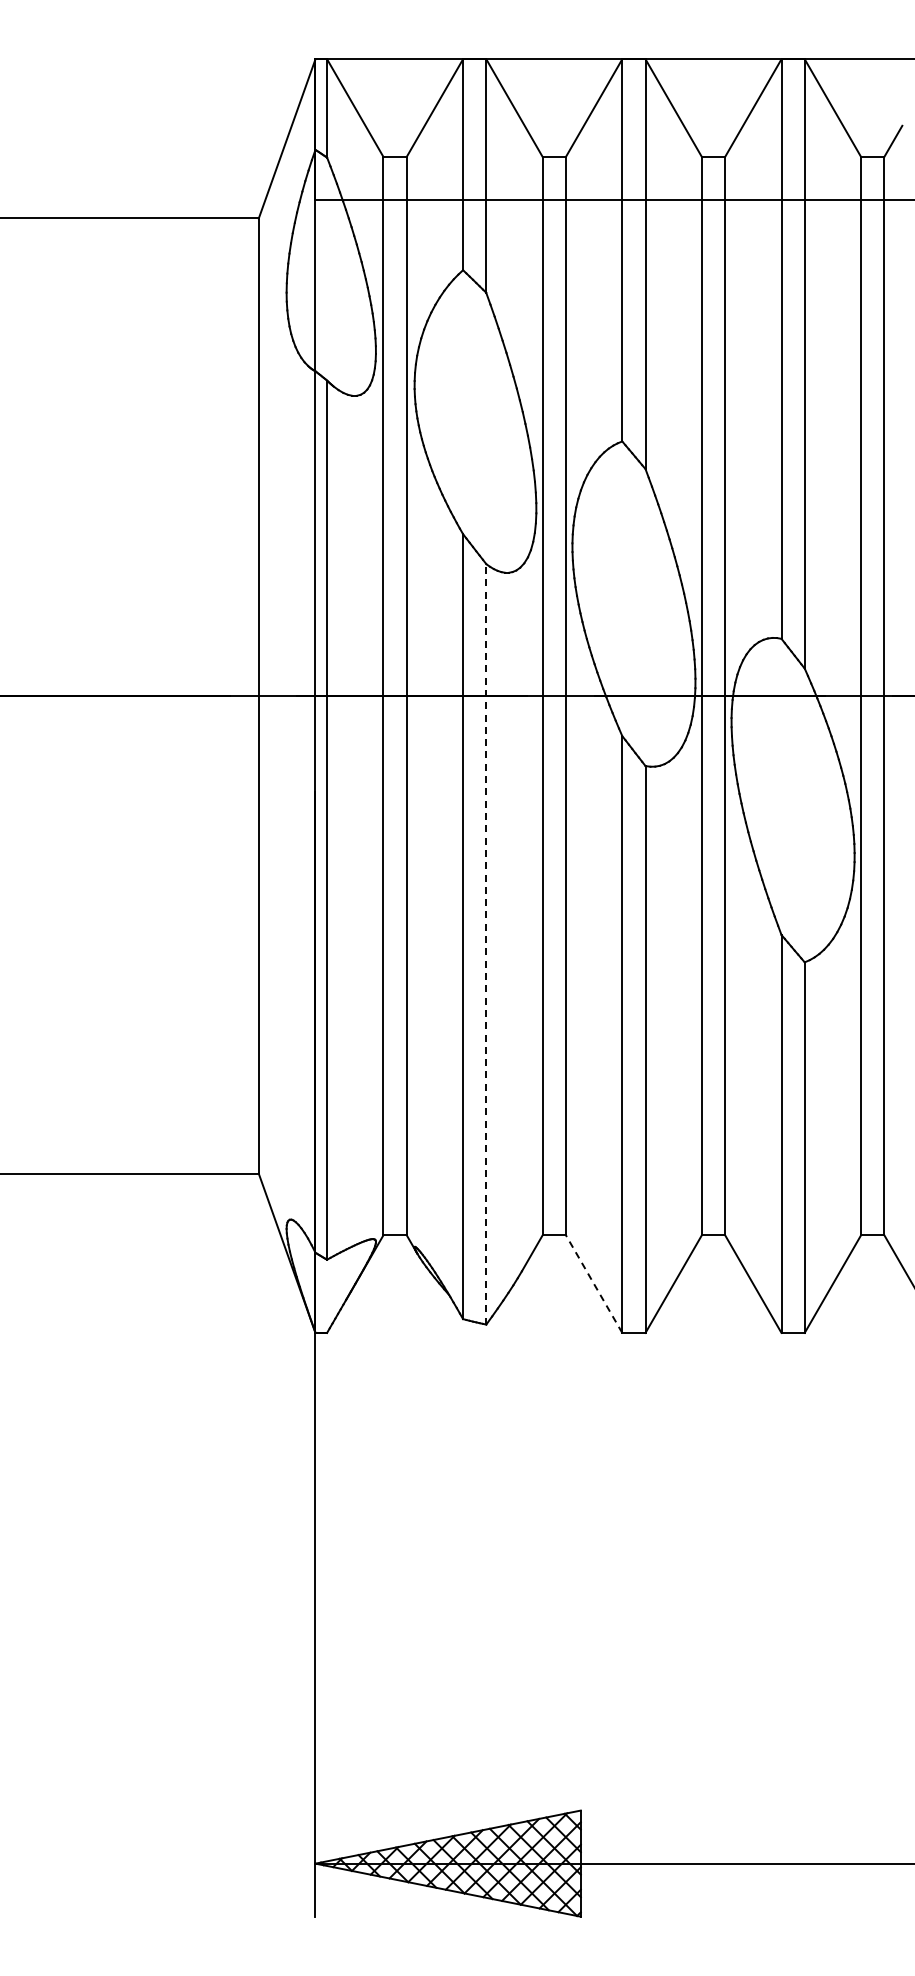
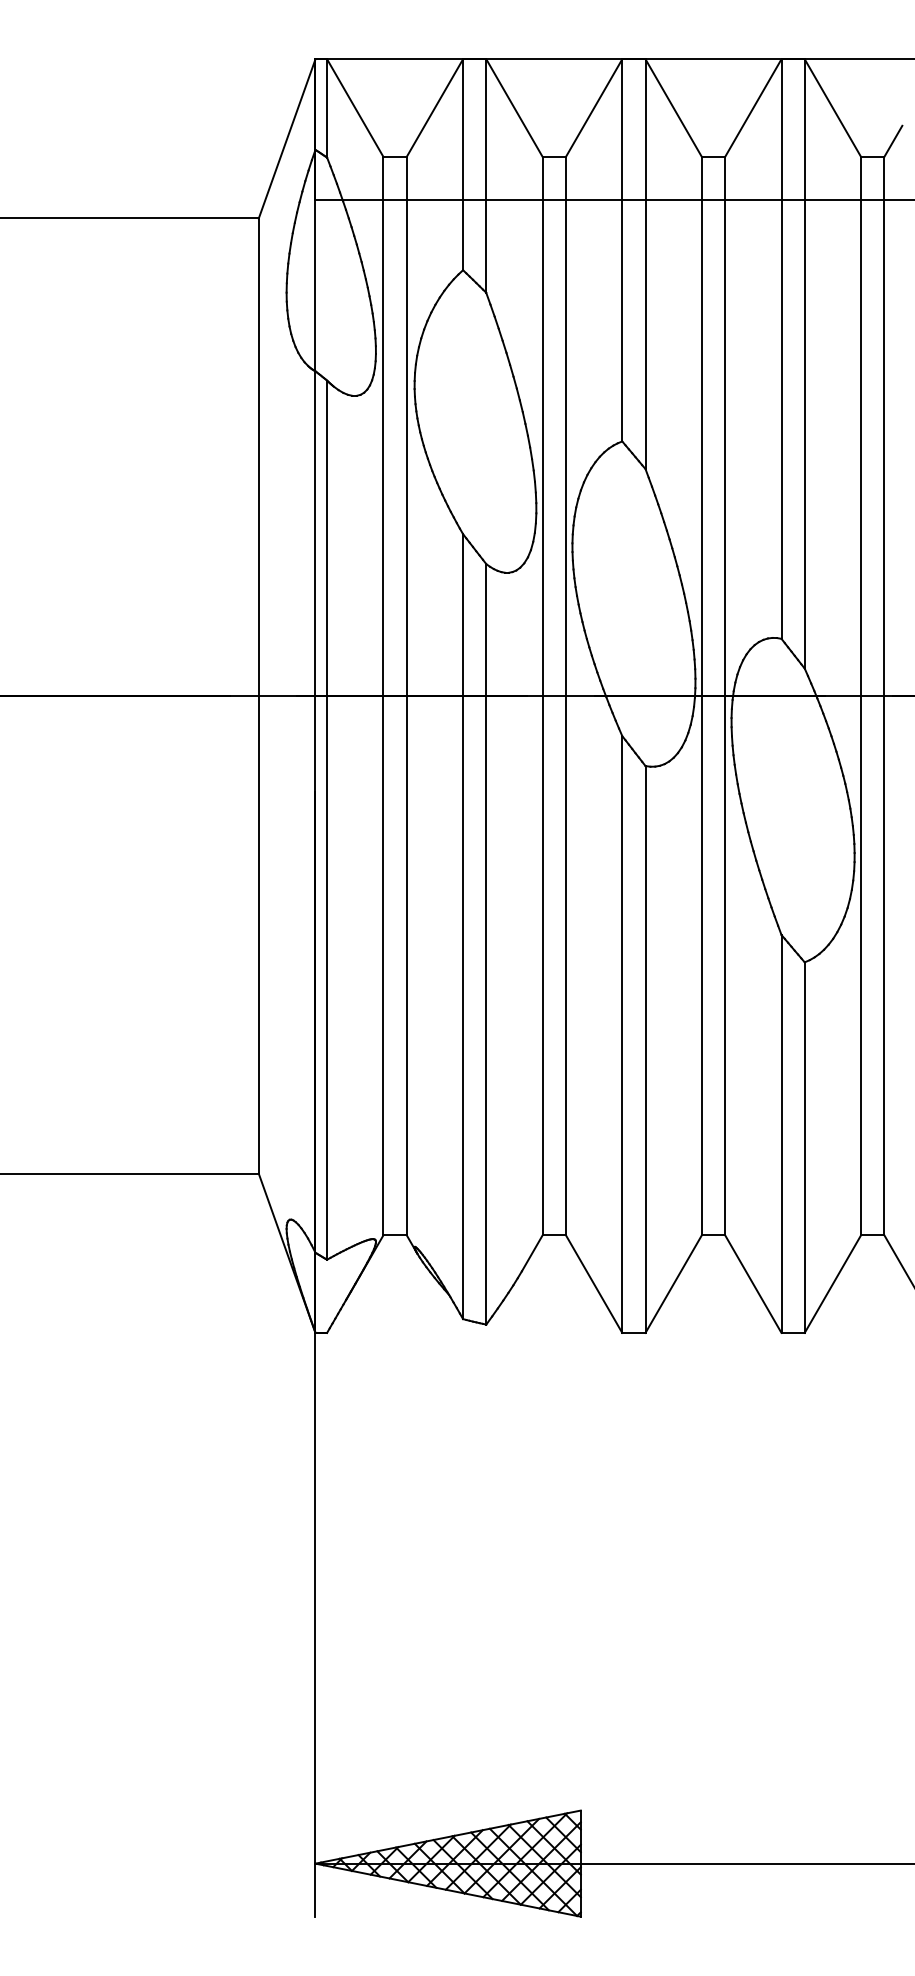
line at (486, 943): dashed -> solid
line at (593, 1283): dashed -> solid
